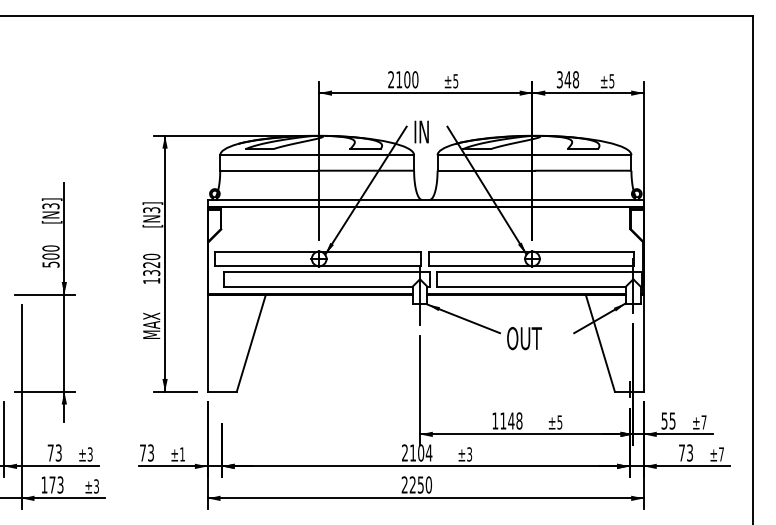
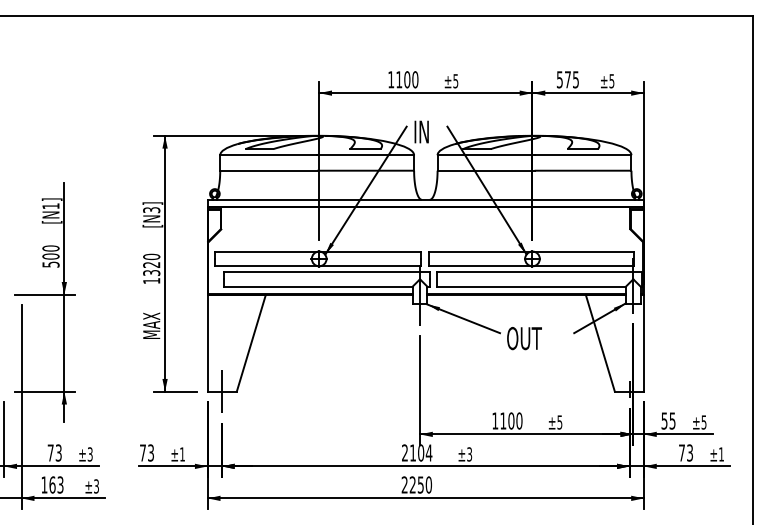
text at (391, 79): 2100 -> 1100
text at (568, 79): 348 -> 575
text at (50, 206): [N3] -> [N1]
line at (221, 391): none -> present
text at (515, 420): 1148 -> 1100
text at (703, 422): ±7 -> ±5
text at (721, 454): ±7 -> ±1
text at (52, 484): 173 -> 163
